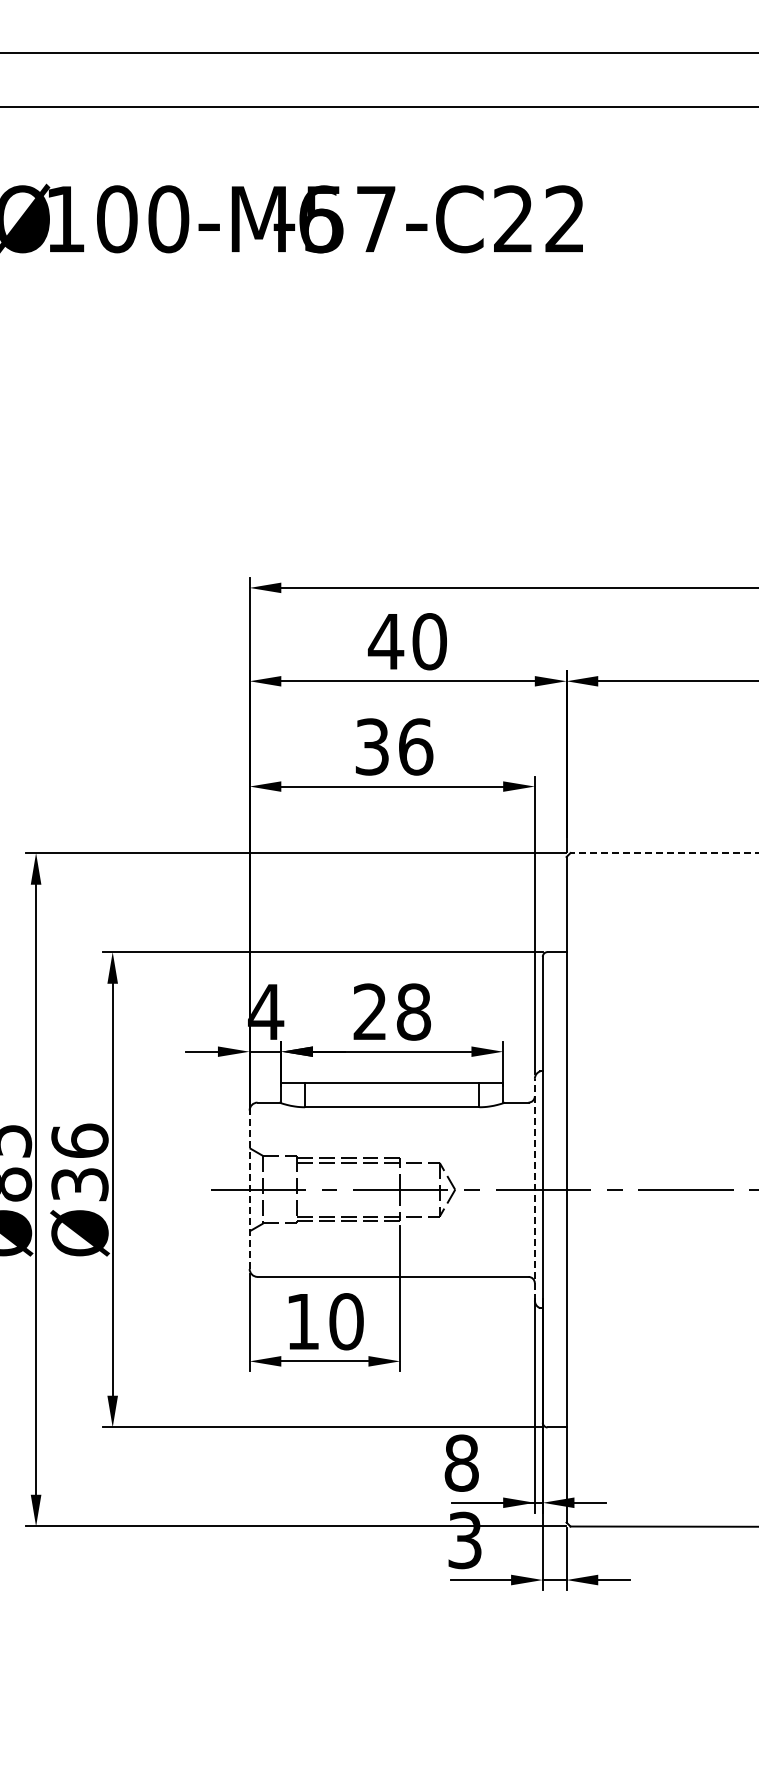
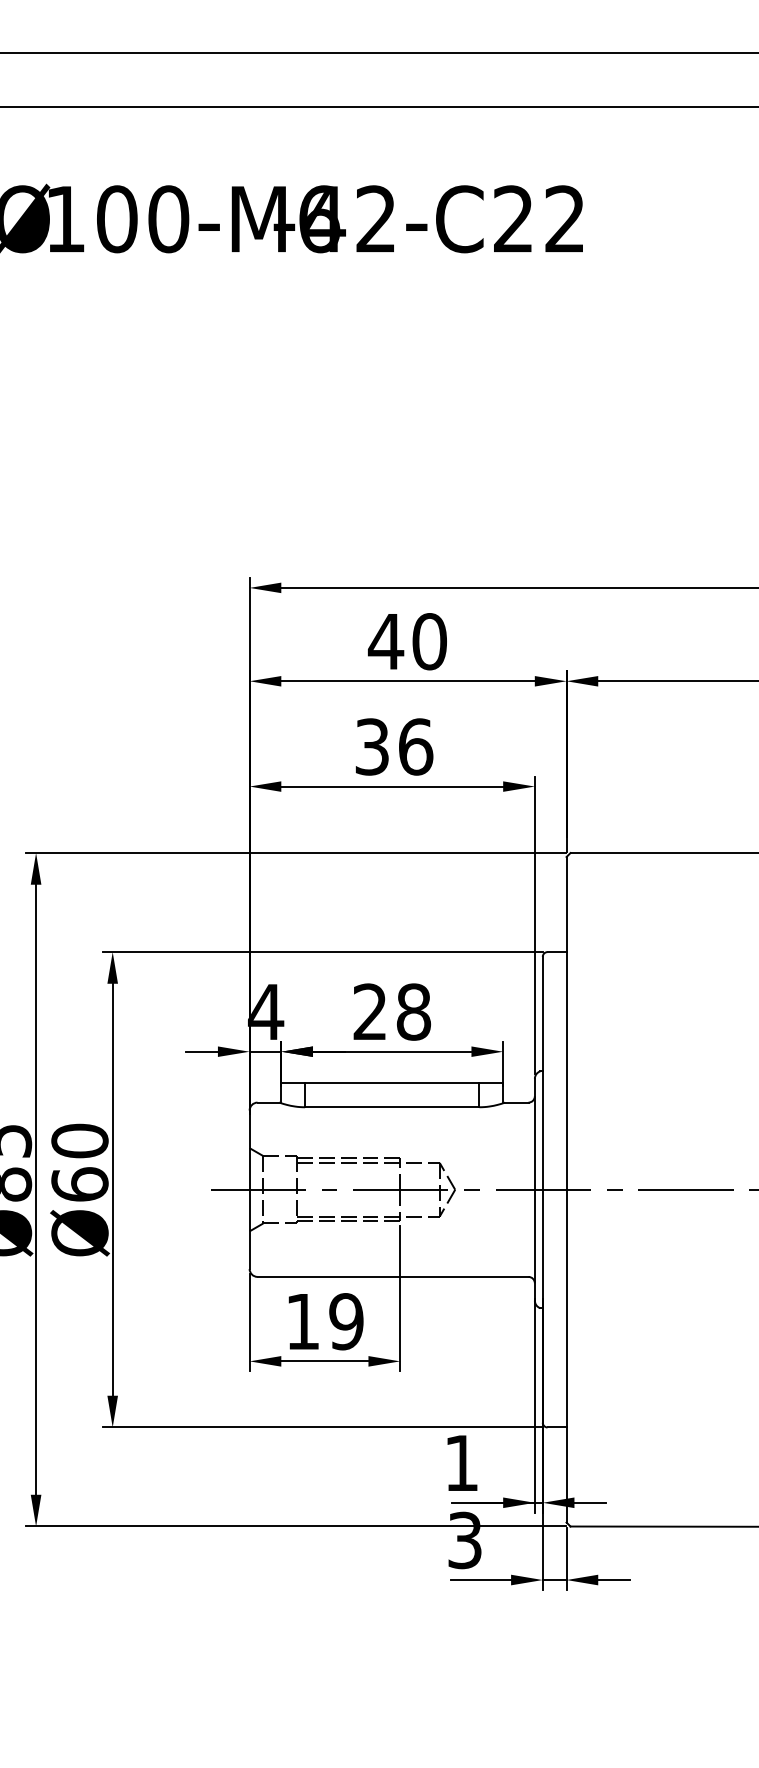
text at (350, 219): -57-C22 -> -42-C22
line at (664, 853): dashed -> solid
text at (79, 1162): Ø36 -> Ø60
line at (249, 1189): dashed -> solid
line at (534, 1189): dashed -> solid
text at (346, 1321): 10 -> 19
text at (461, 1462): 8 -> 1
